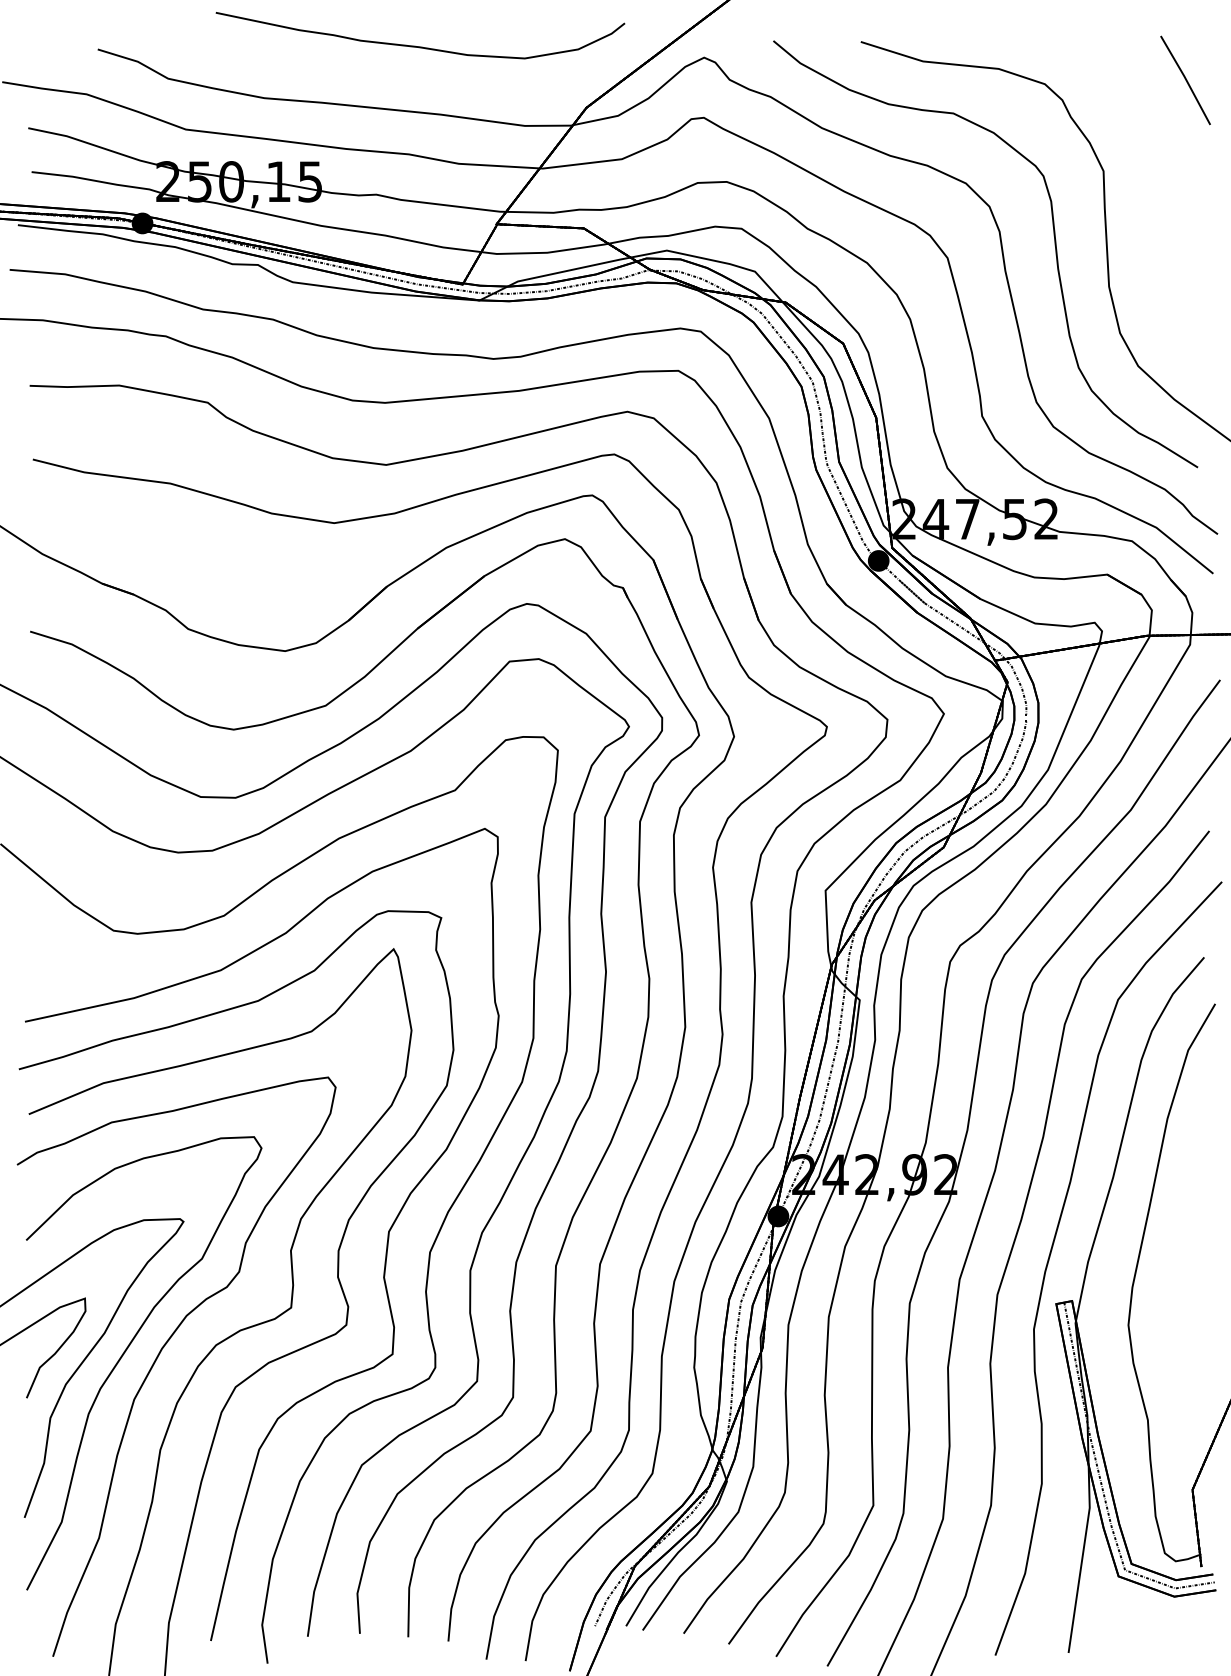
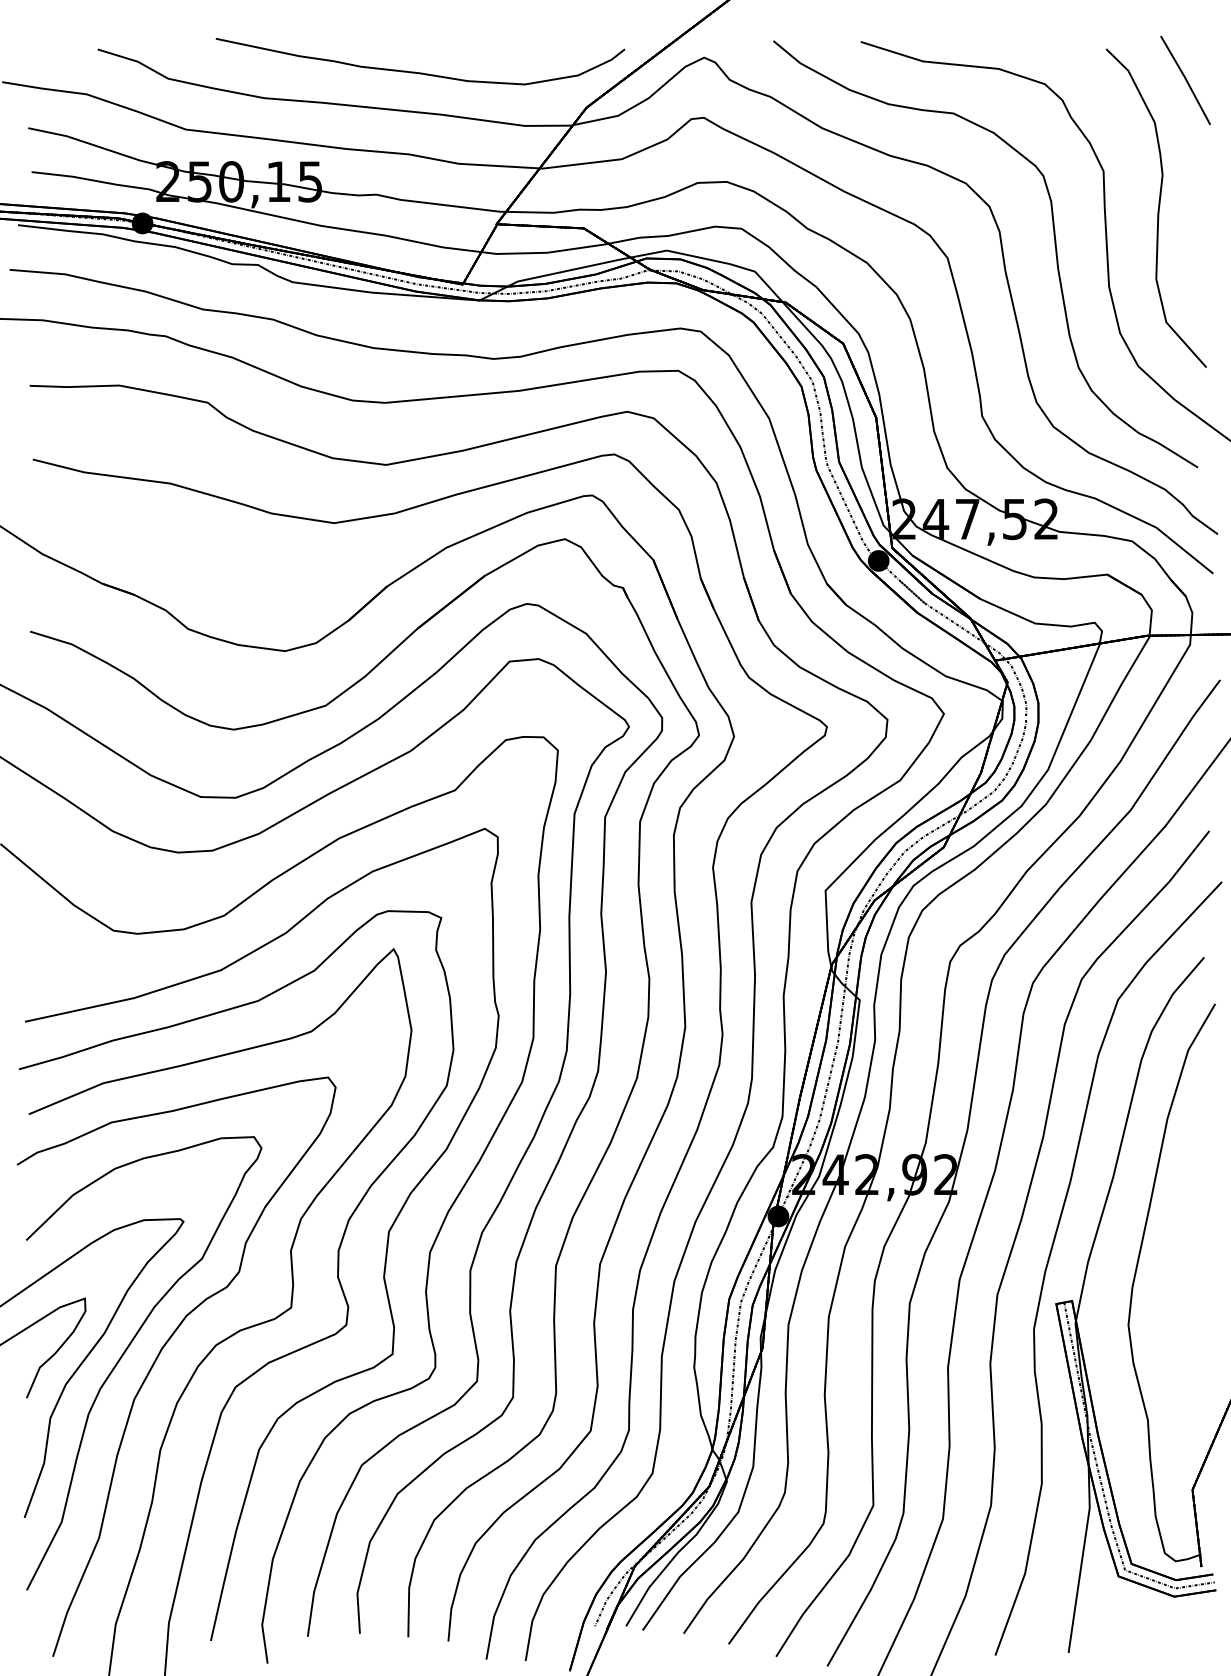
curve at (420, 46) position: (420, 46) -> (420, 72)
curve at (1158, 207): none -> present
